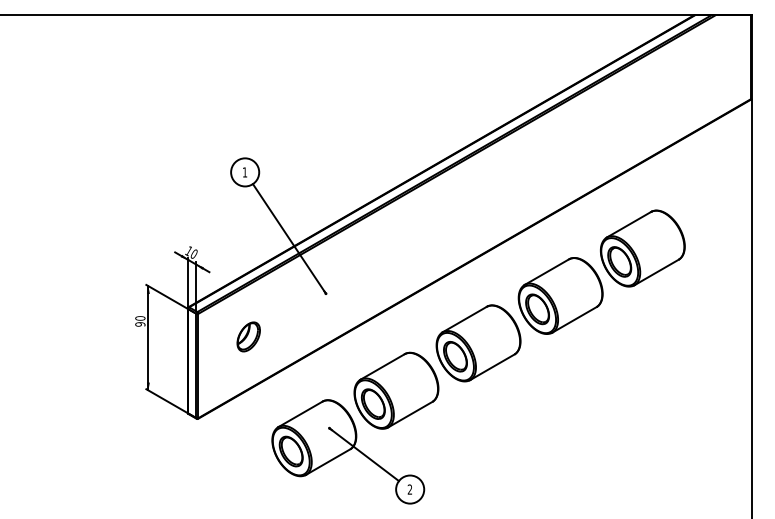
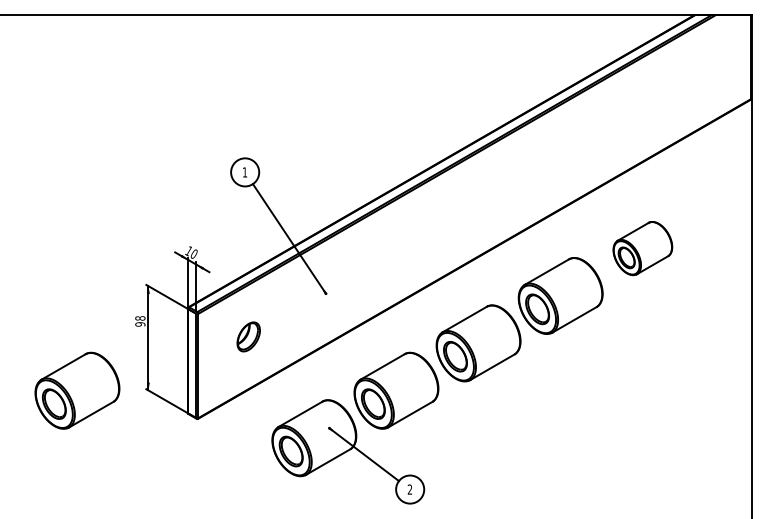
part at (642, 248) size: 86x79 px -> 62x56 px
text at (140, 318): 90 -> 98
part at (77, 390): none -> present
